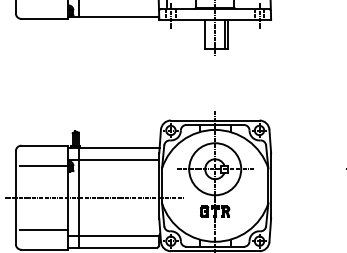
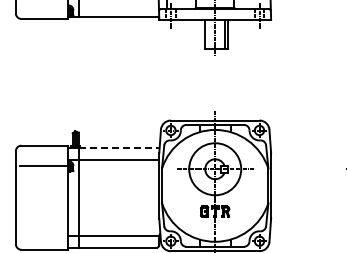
line at (119, 147): solid -> dashed
line at (94, 197): present -> none
line at (43, 229): present -> none
